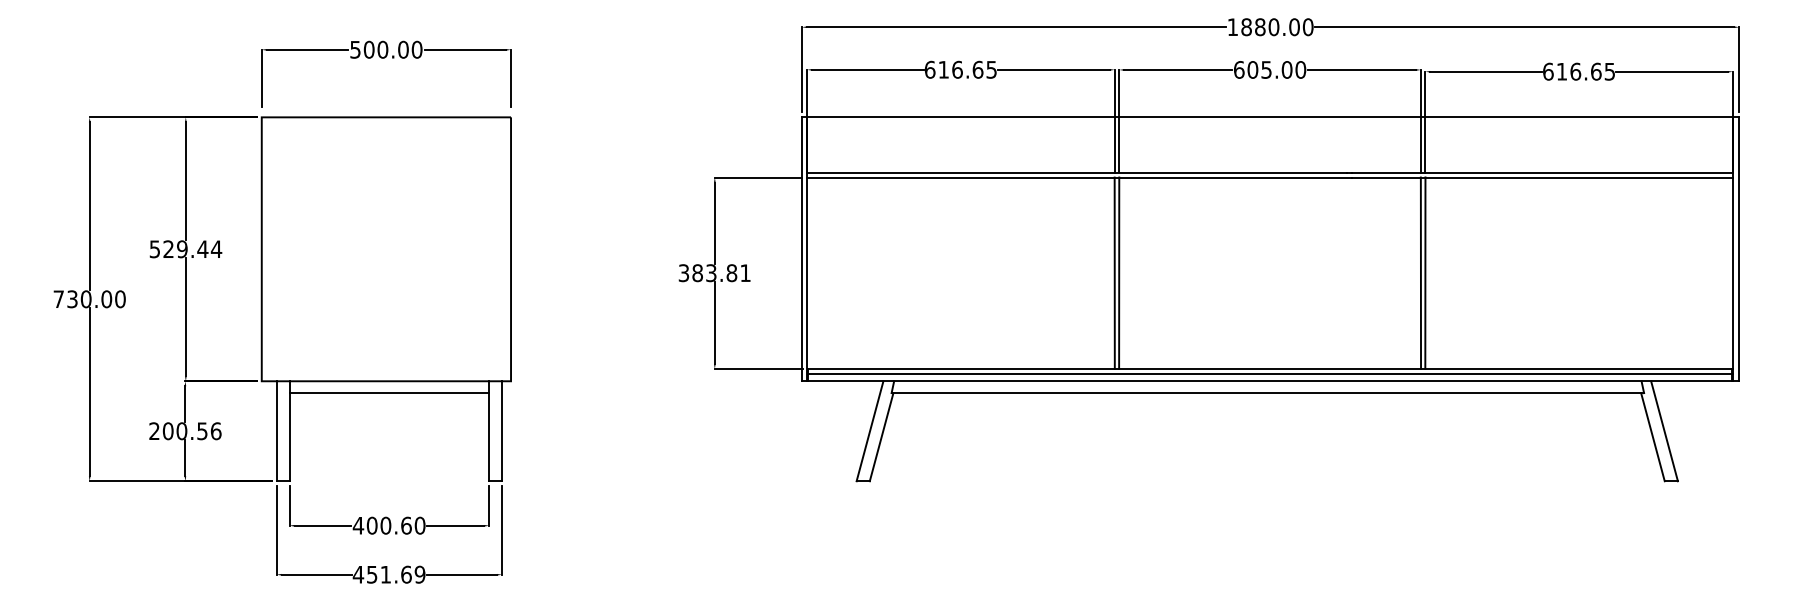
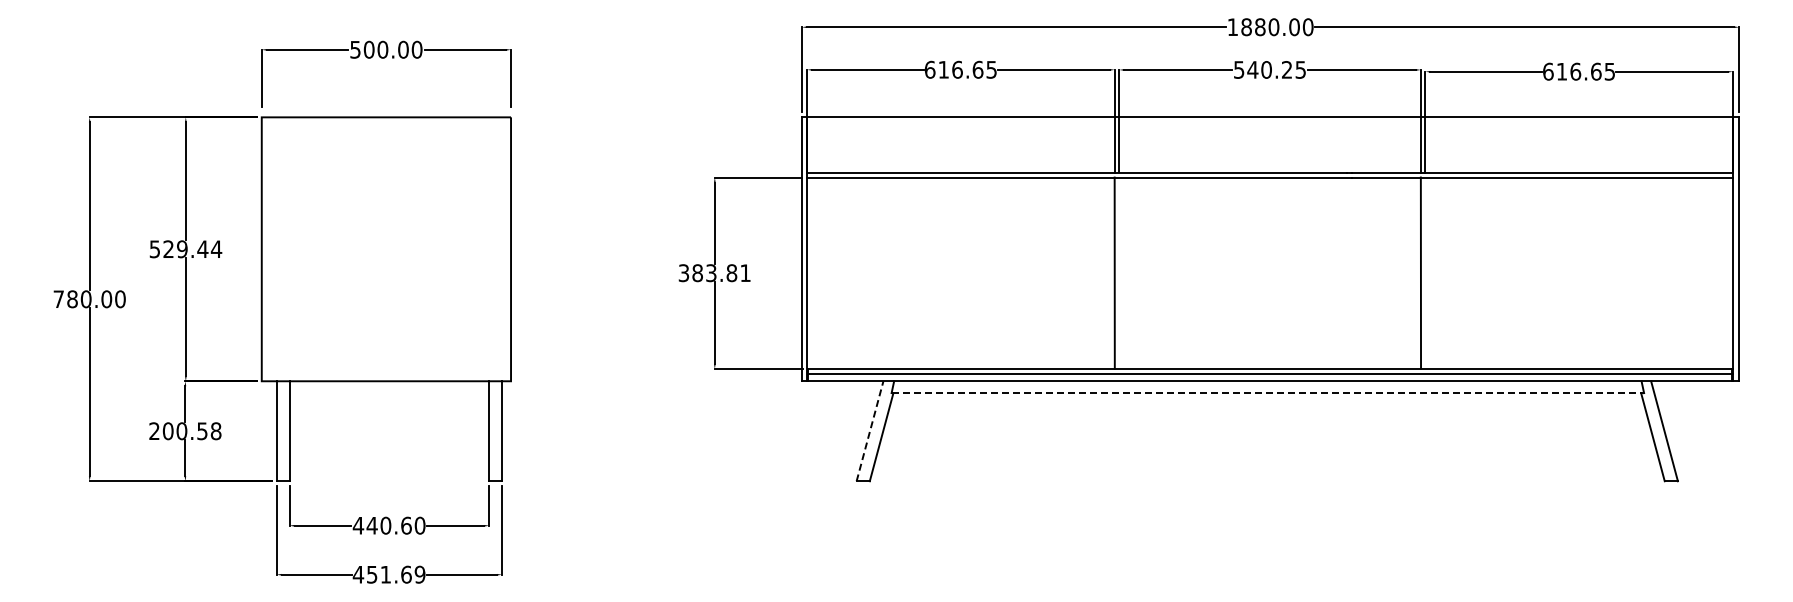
text at (1270, 69): 605.00 -> 540.25
line at (1119, 272): present -> none
line at (1425, 272): present -> none
text at (72, 299): 730.00 -> 780.00
line at (389, 393): present -> none
line at (1268, 393): solid -> dashed
text at (215, 430): 200.56 -> 200.58
line at (870, 431): solid -> dashed
text at (371, 525): 400.60 -> 440.60
